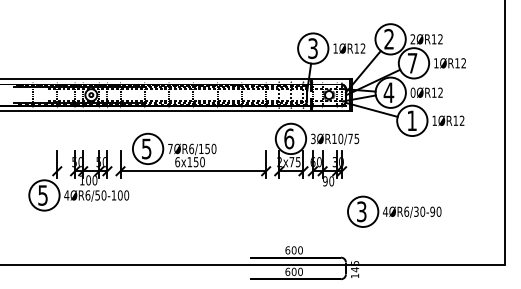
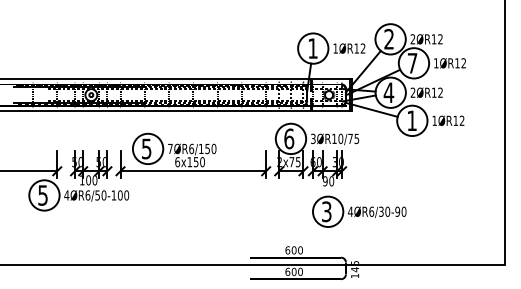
text at (312, 48): 3 -> 1
text at (412, 92): 0ØR12 -> 2ØR12
line at (29, 171): none -> present
part at (394, 211) position: (394, 211) -> (359, 211)
